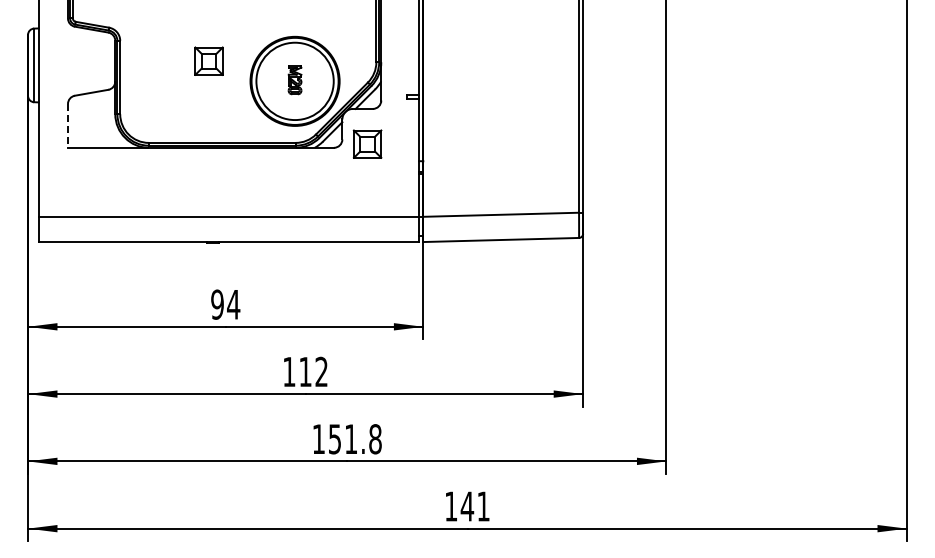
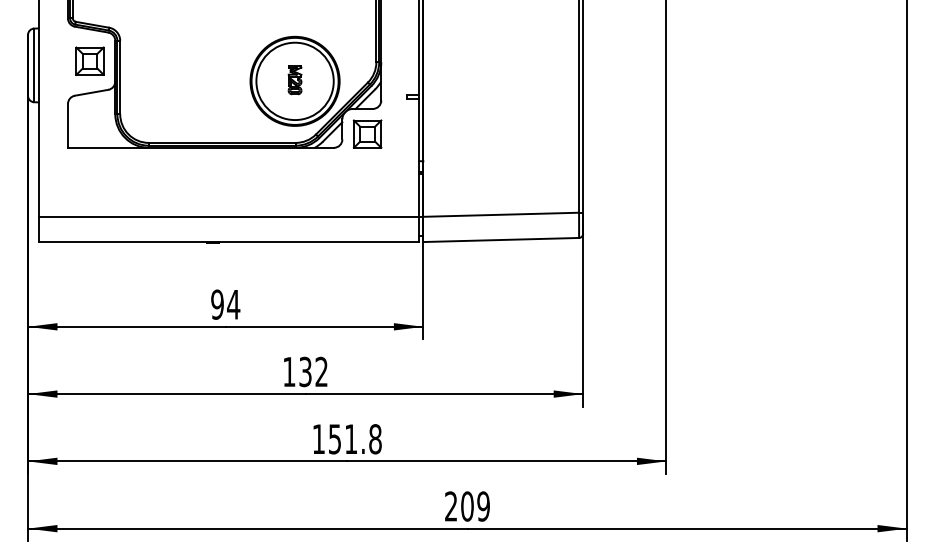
part at (208, 60) position: (208, 60) -> (89, 60)
line at (68, 125): dashed -> solid
part at (367, 143) position: (367, 143) -> (367, 133)
text at (305, 371): 112 -> 132
text at (467, 506): 141 -> 209
